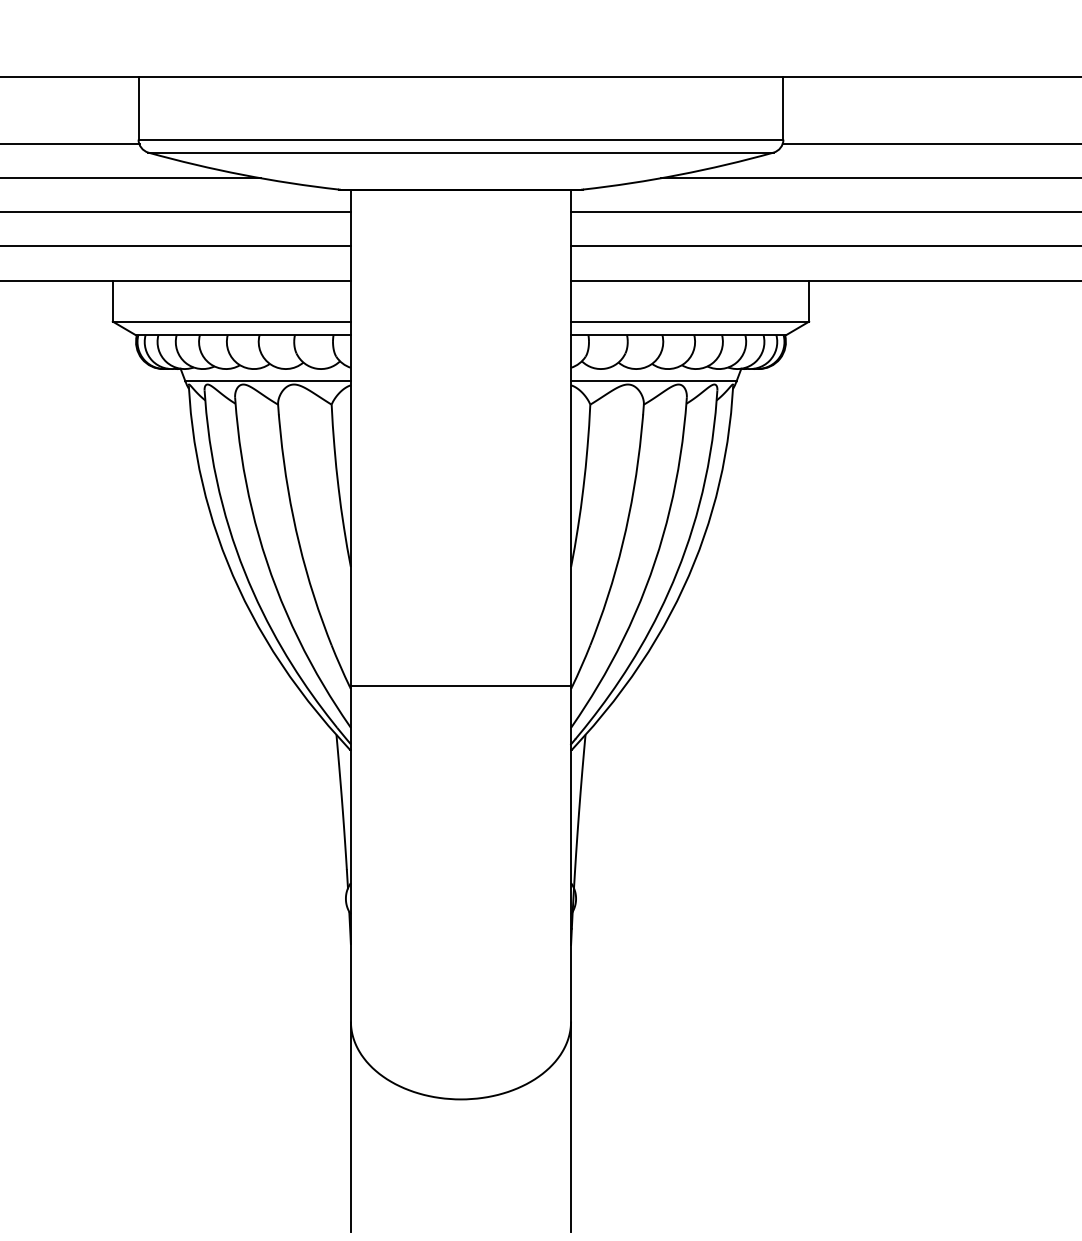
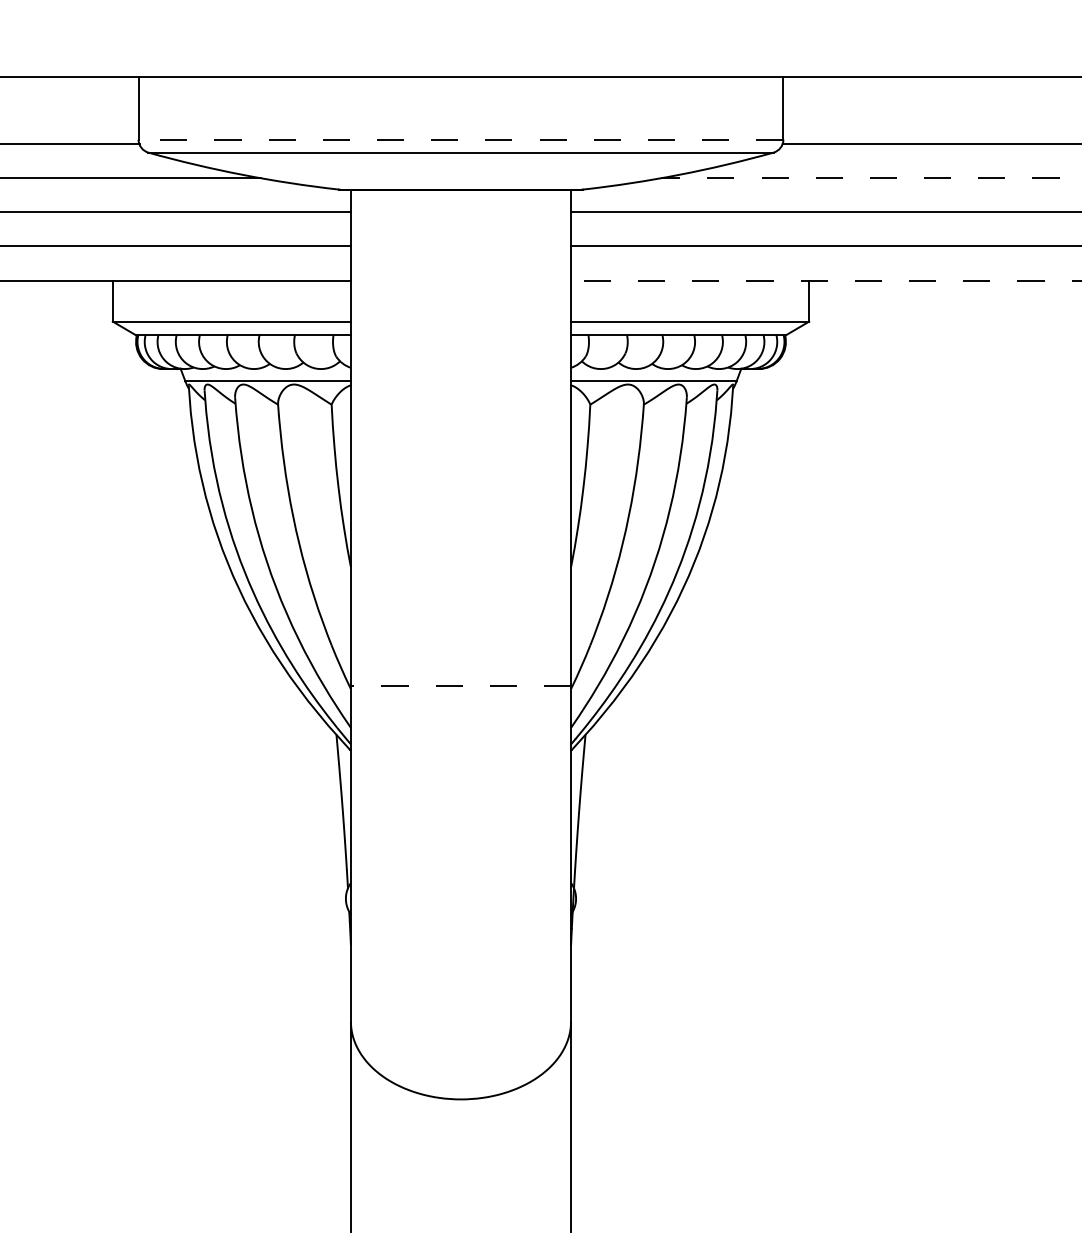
line at (460, 139): solid -> dashed
line at (870, 178): solid -> dashed
line at (826, 281): solid -> dashed
line at (460, 686): solid -> dashed
